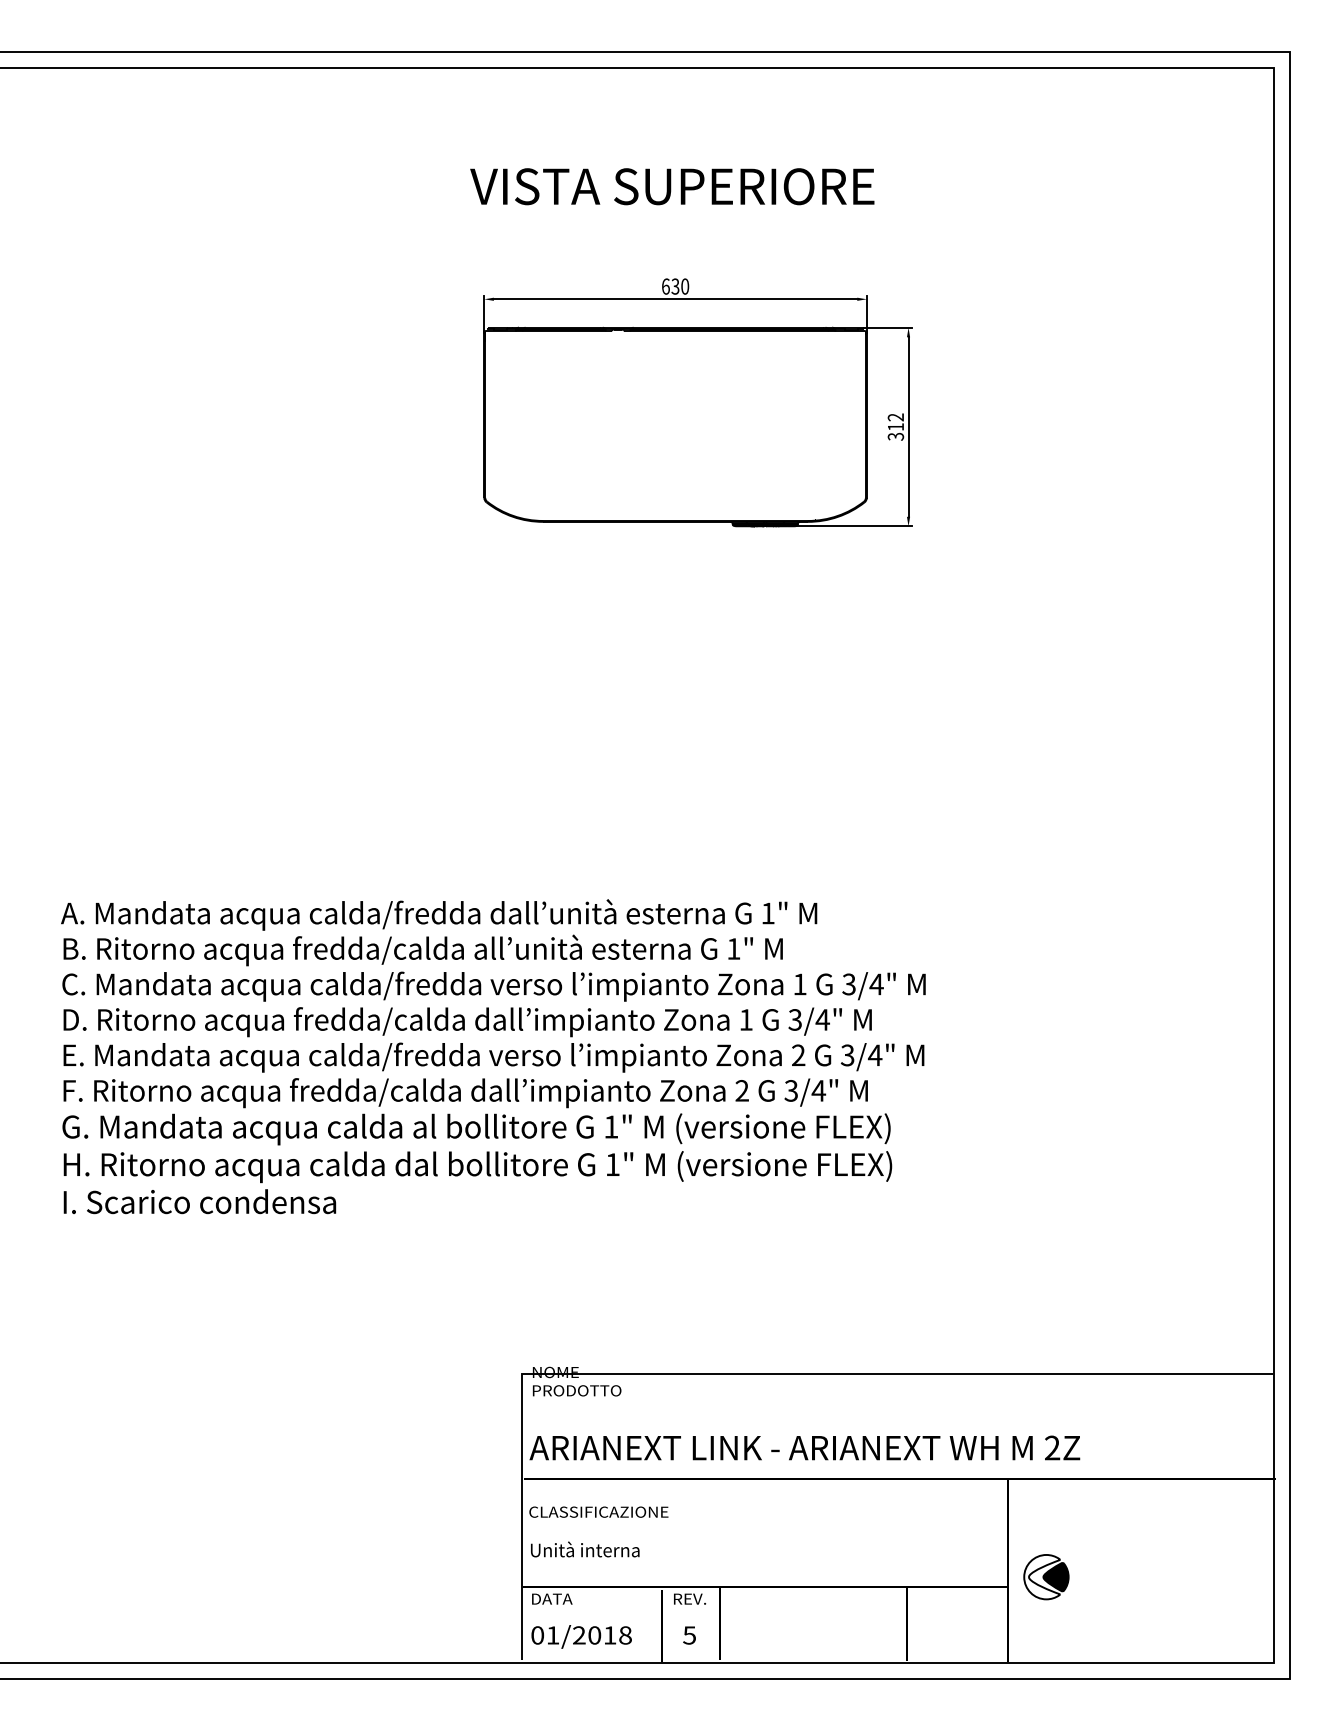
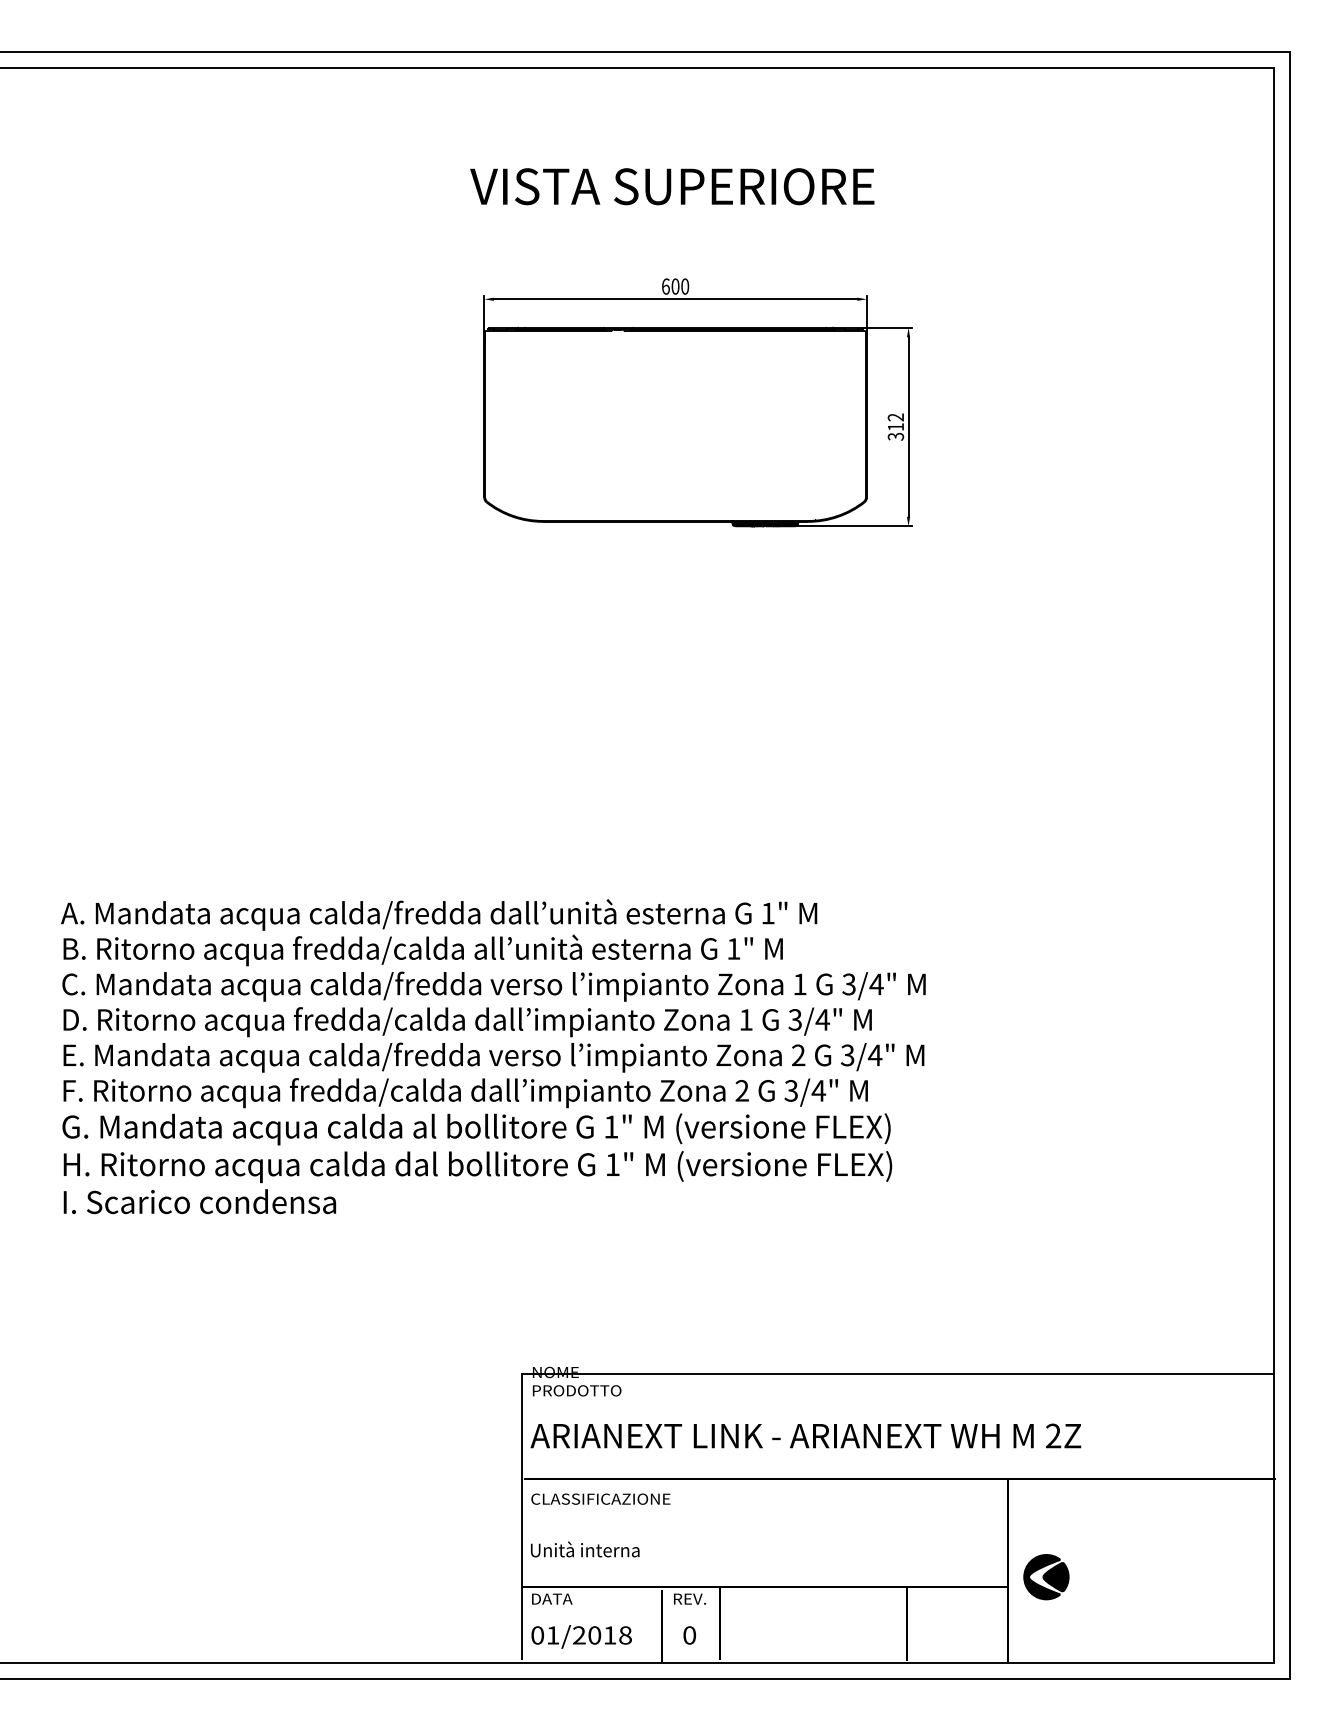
text at (675, 286): 630 -> 600
text at (804, 1447) position: (804, 1447) -> (805, 1435)
text at (598, 1511) position: (598, 1511) -> (600, 1498)
fill at (1041, 1576): none -> present
text at (689, 1635): 5 -> 0
